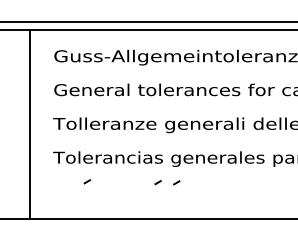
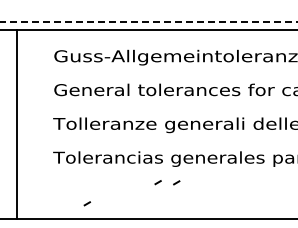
line at (148, 21): solid -> dashed
line at (30, 124) position: (30, 124) -> (17, 124)
line at (86, 181) position: (86, 181) -> (86, 203)
